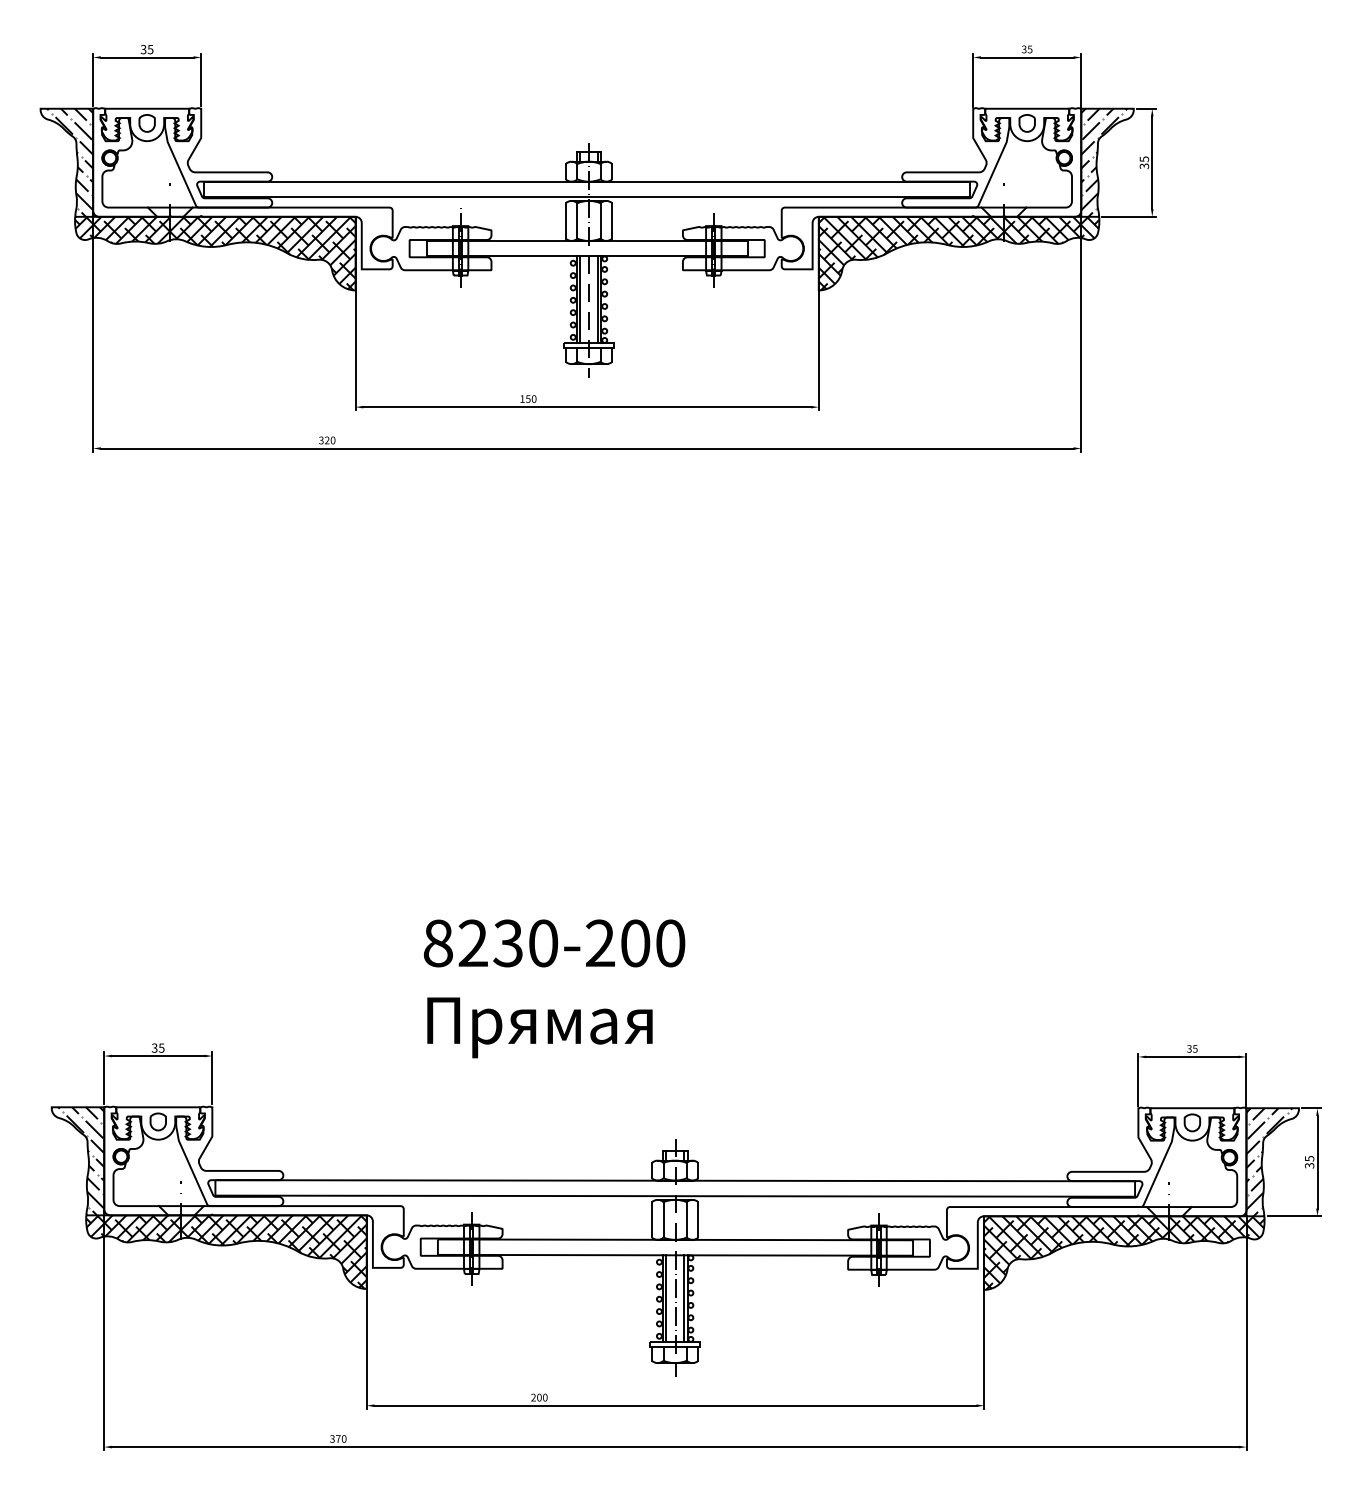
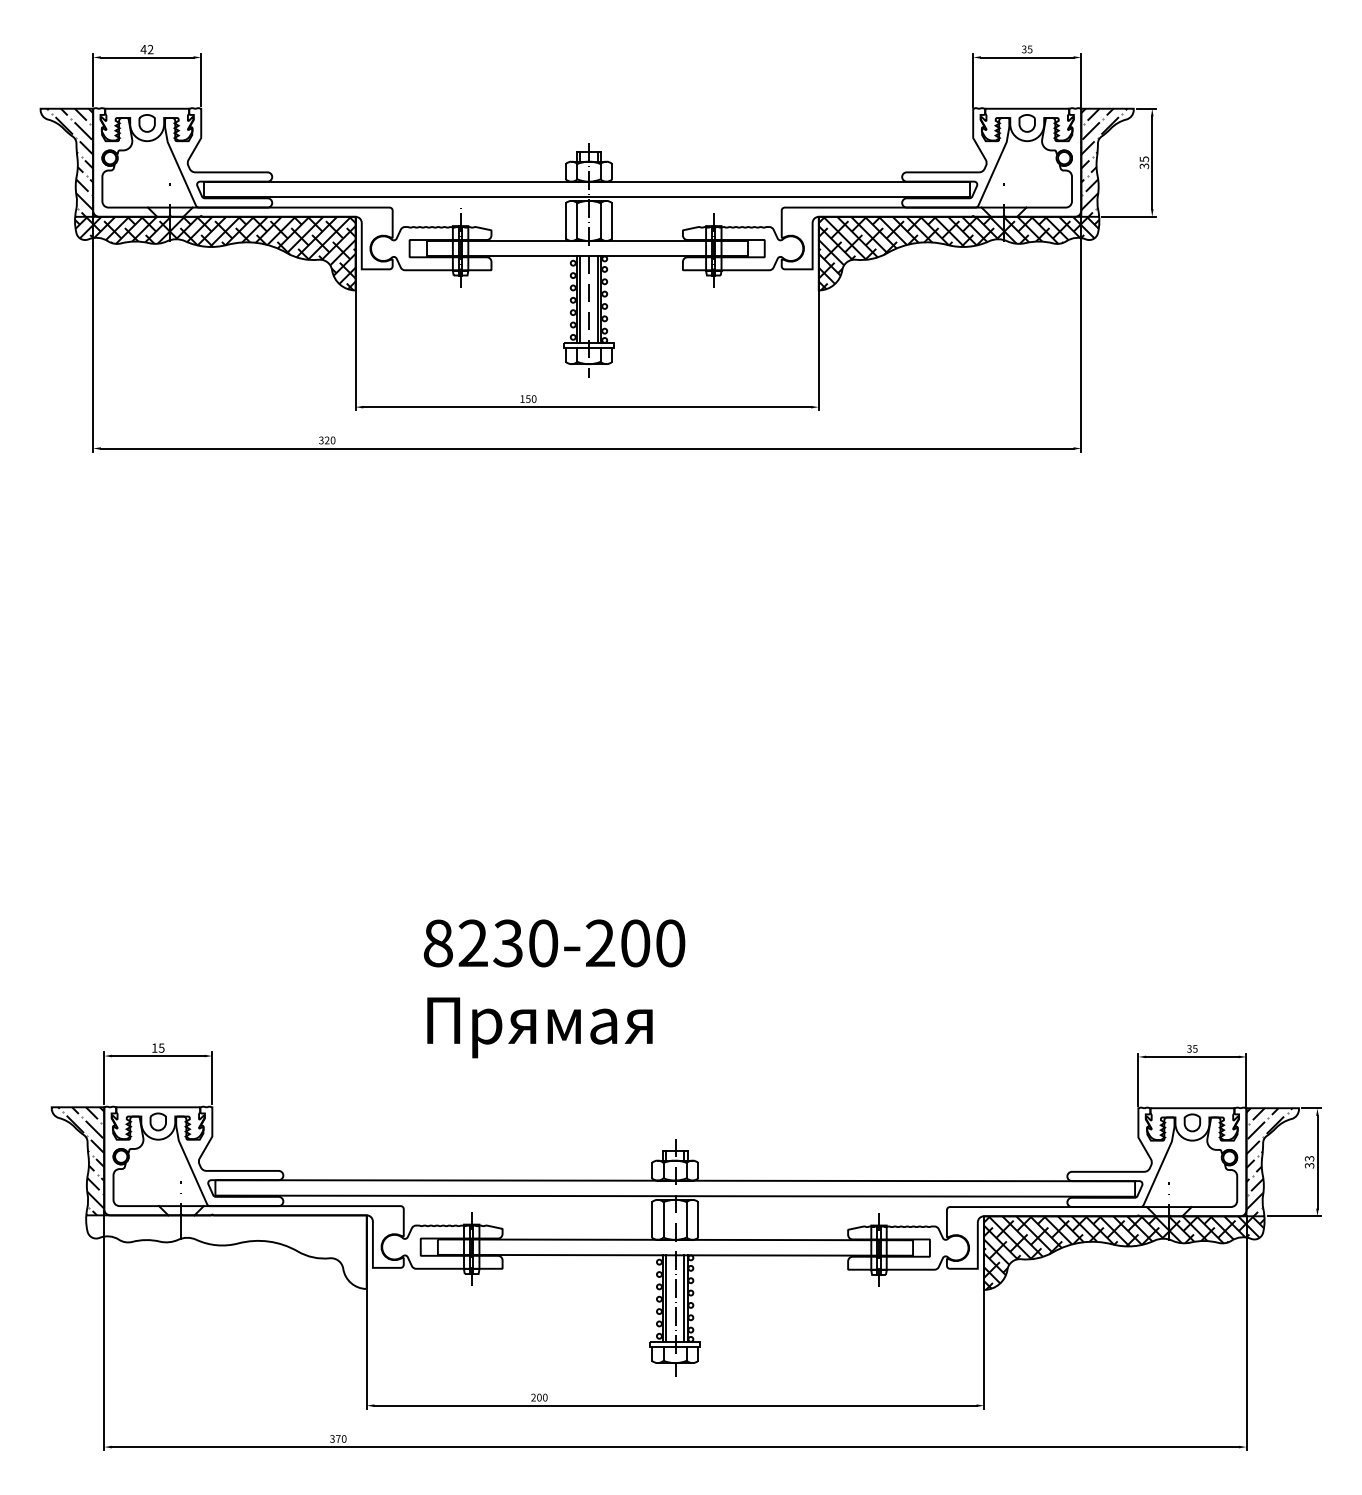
text at (146, 49): 35 -> 42
text at (154, 1047): 35 -> 15
text at (1308, 1158): 35 -> 33
hatch at (226, 1251): present -> none
